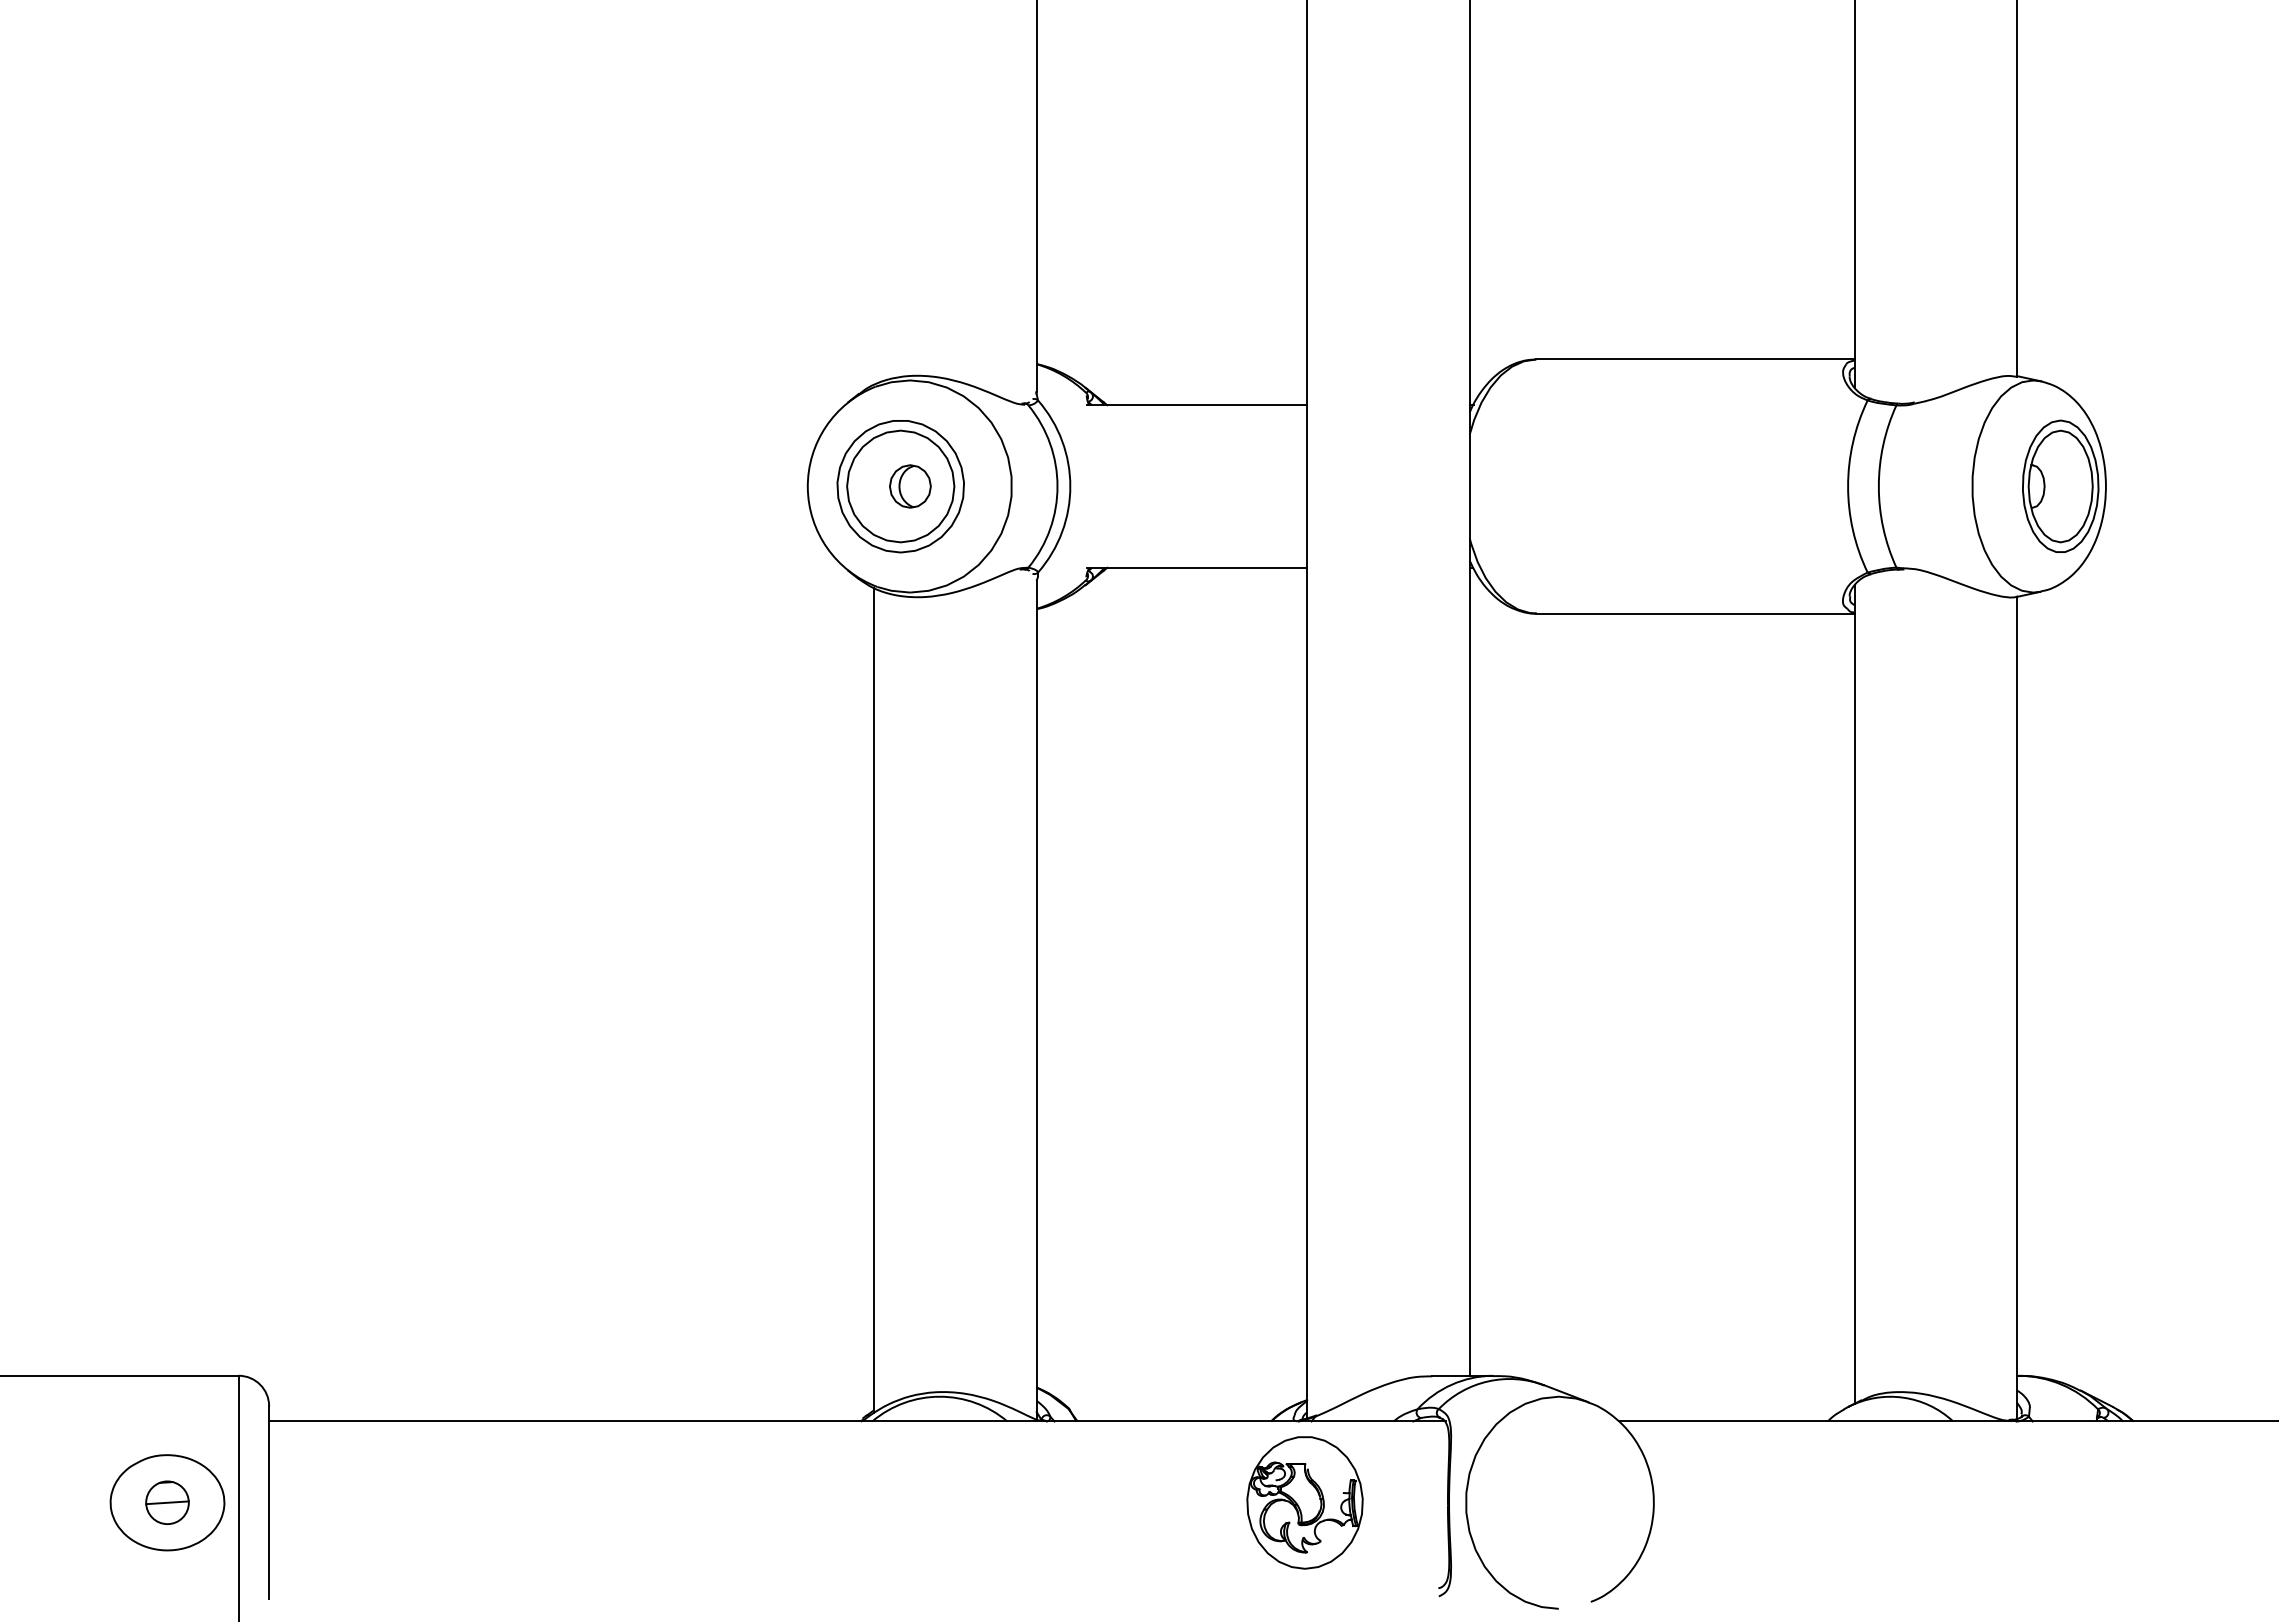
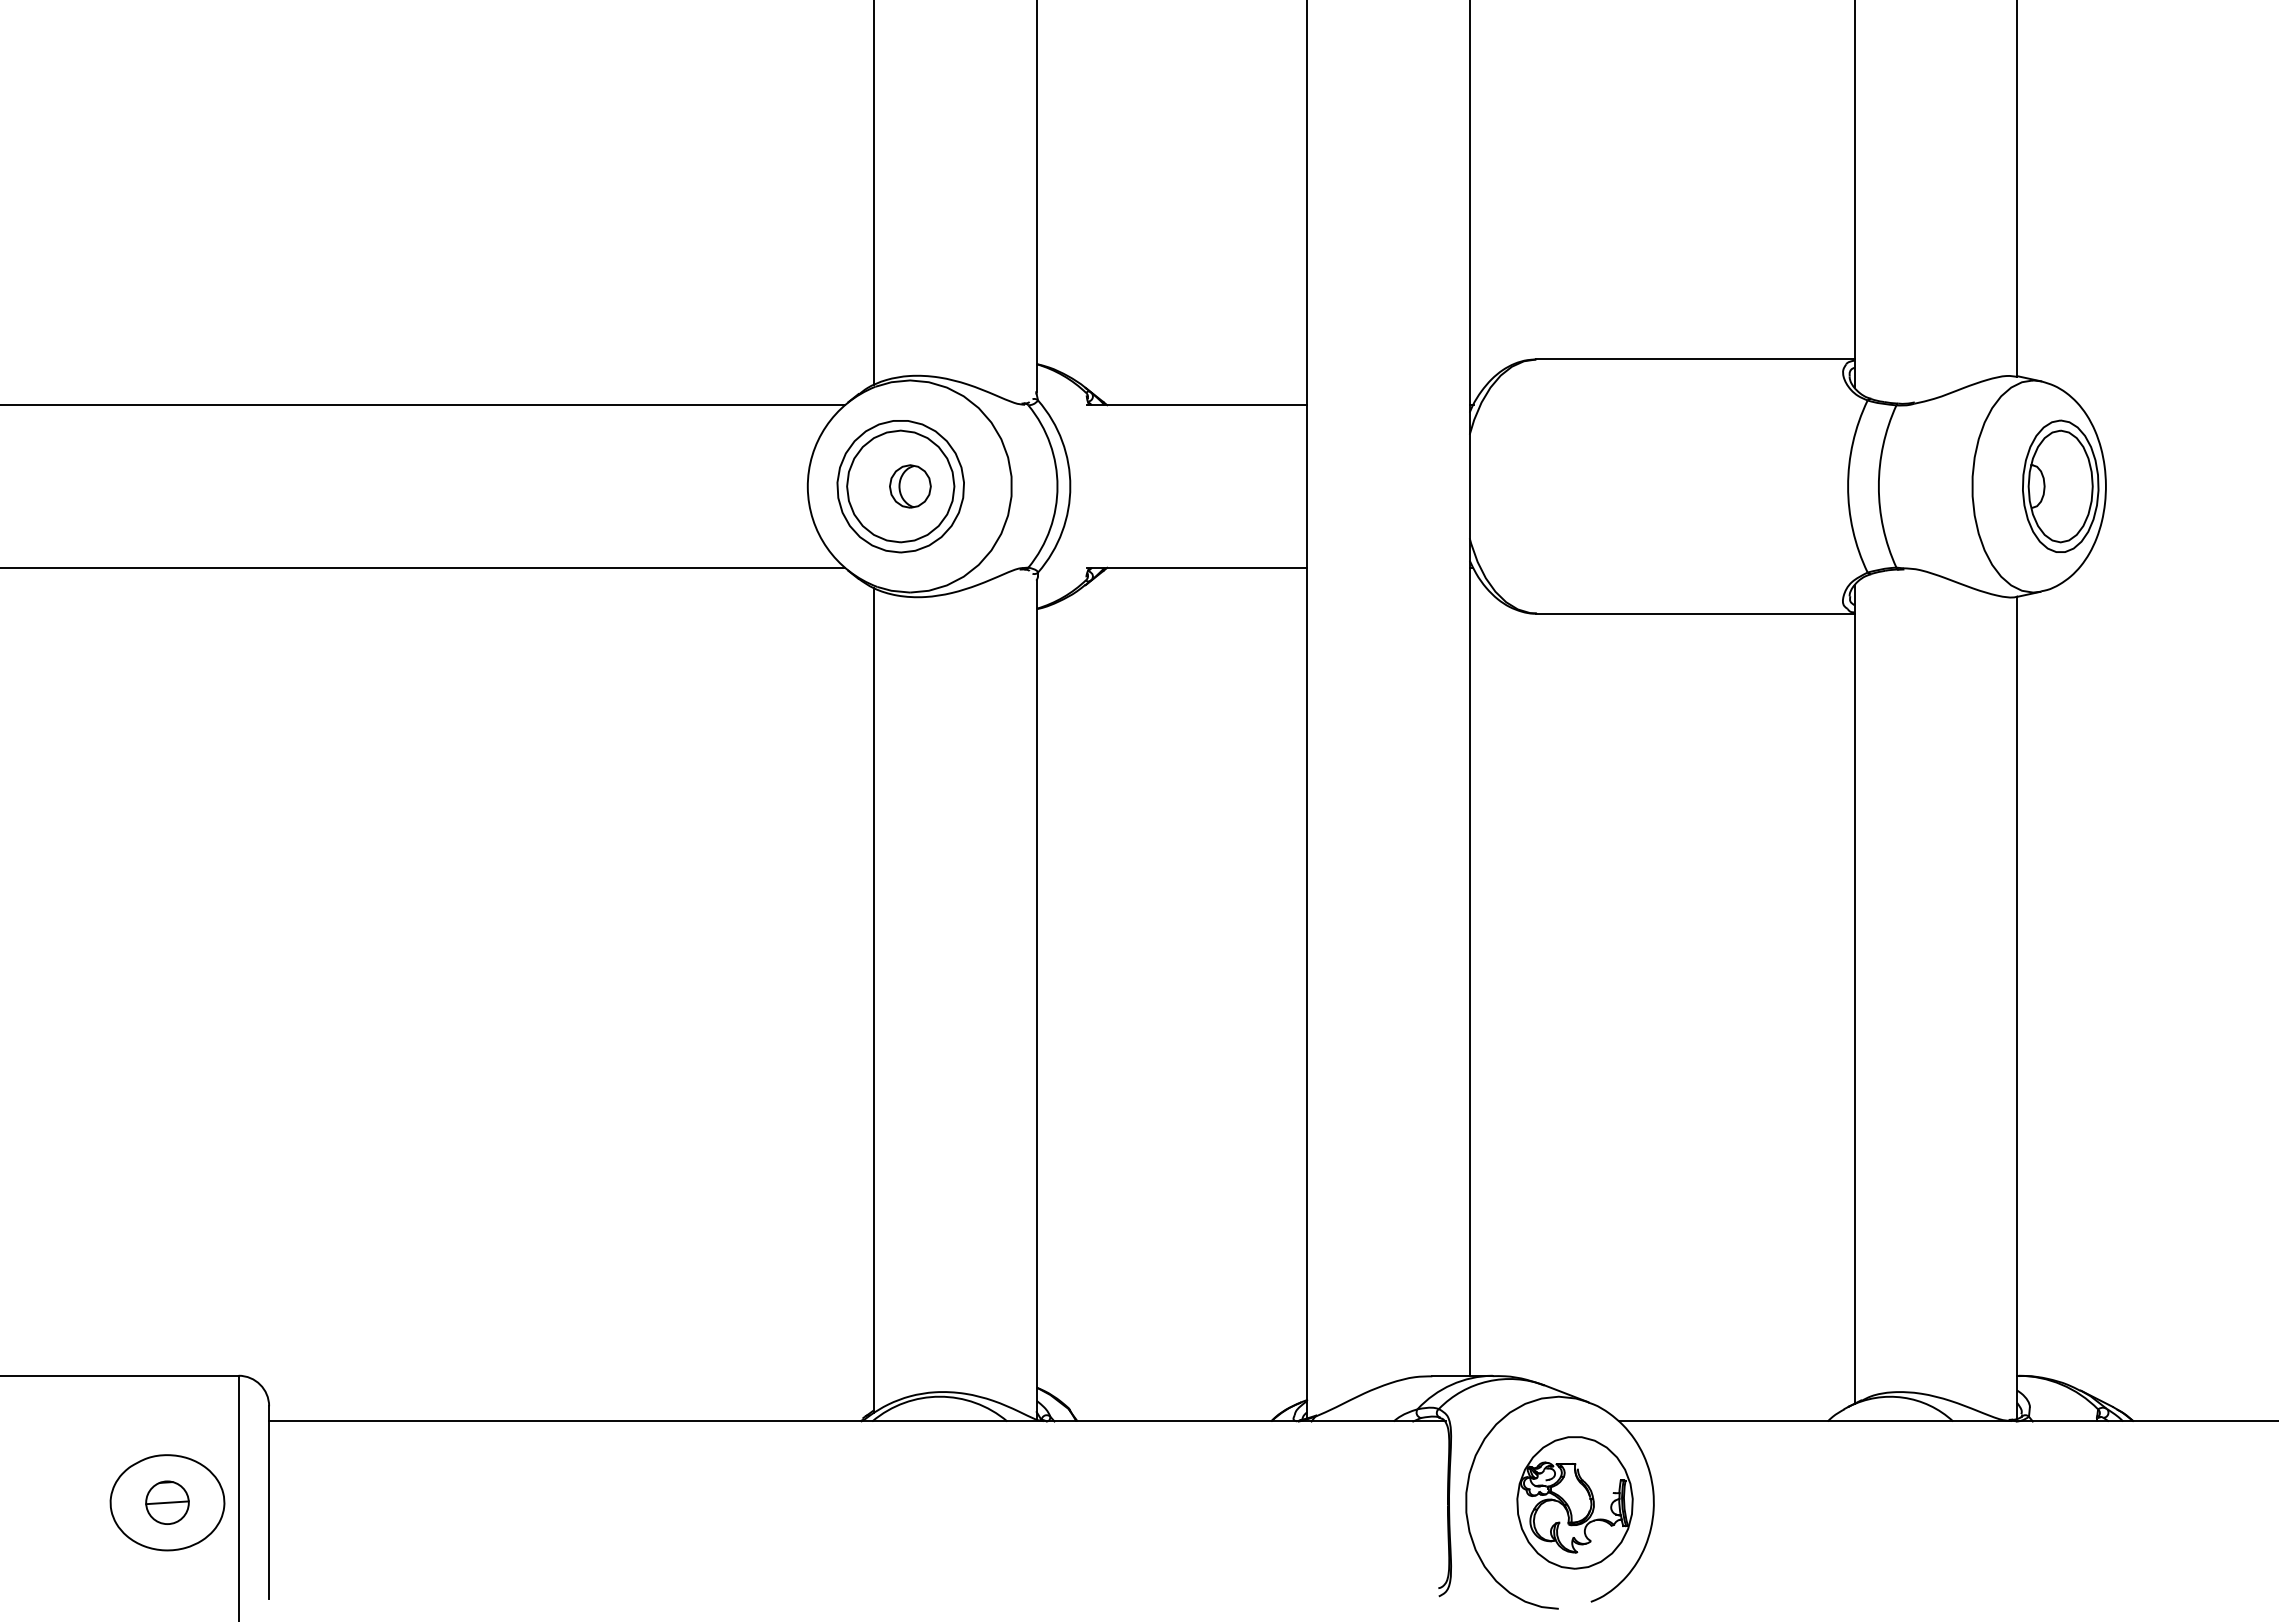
line at (874, 193): none -> present
line at (423, 405): none -> present
line at (423, 567): none -> present
part at (1304, 1502) position: (1304, 1502) -> (1574, 1502)
